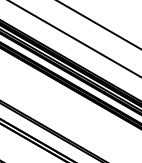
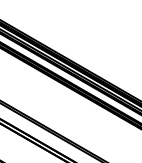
line at (98, 25): present -> none
line at (74, 38): present -> none
